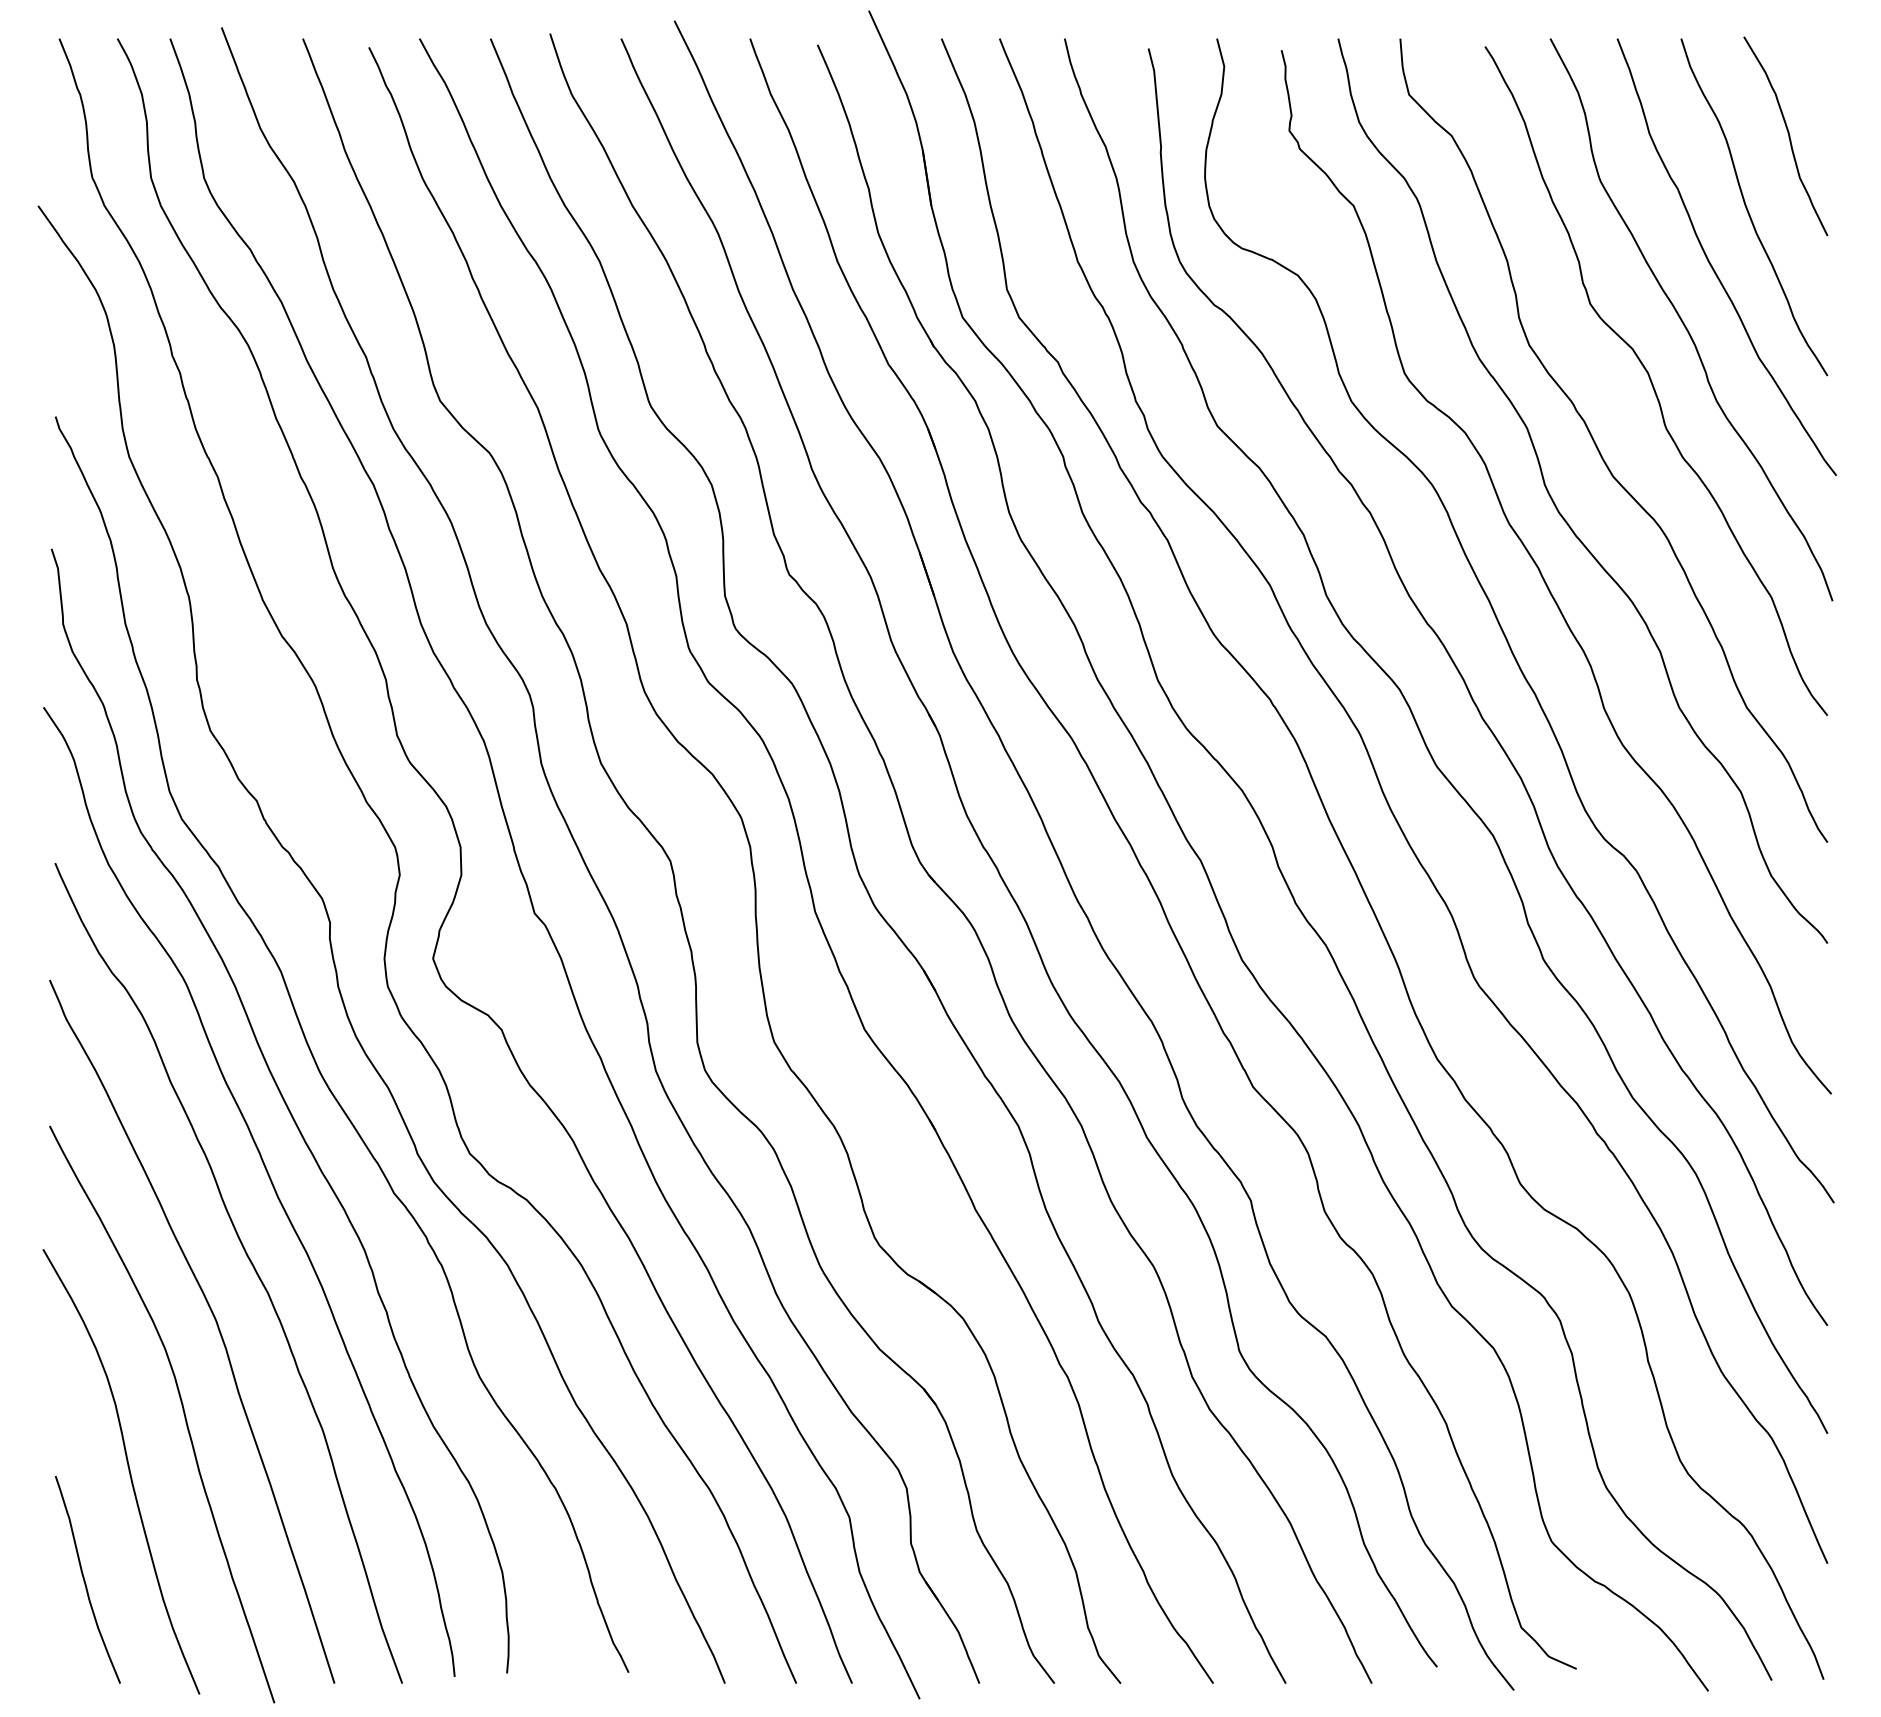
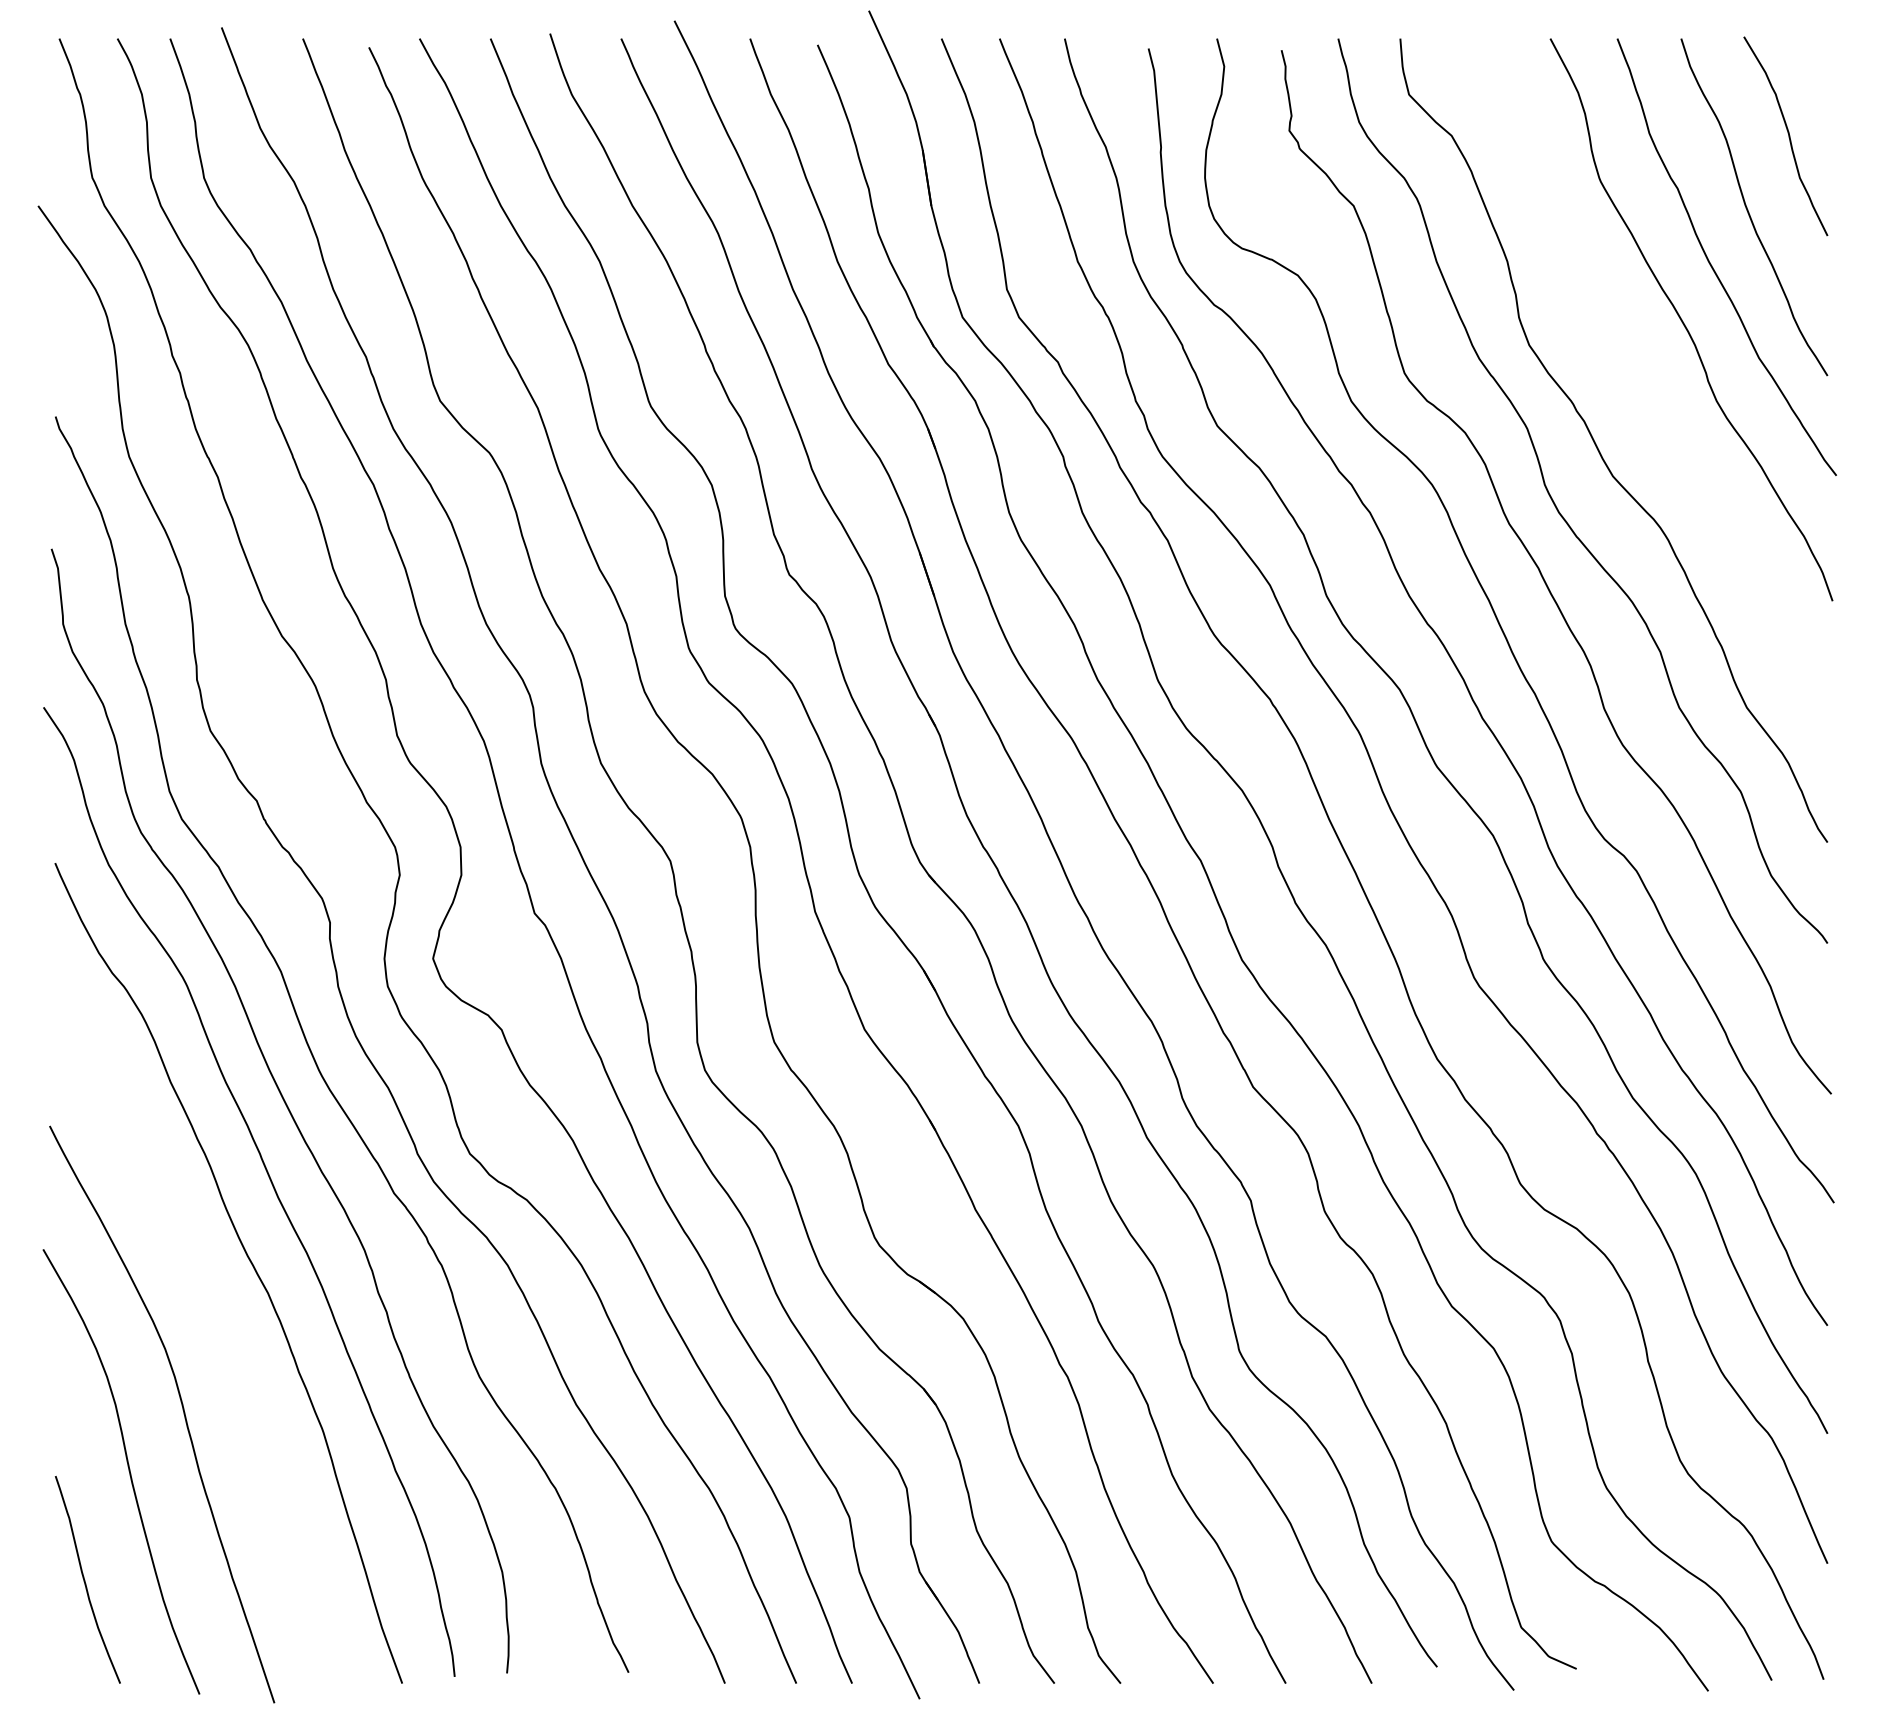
curve at (1652, 381): present -> none
curve at (215, 1322): present -> none
